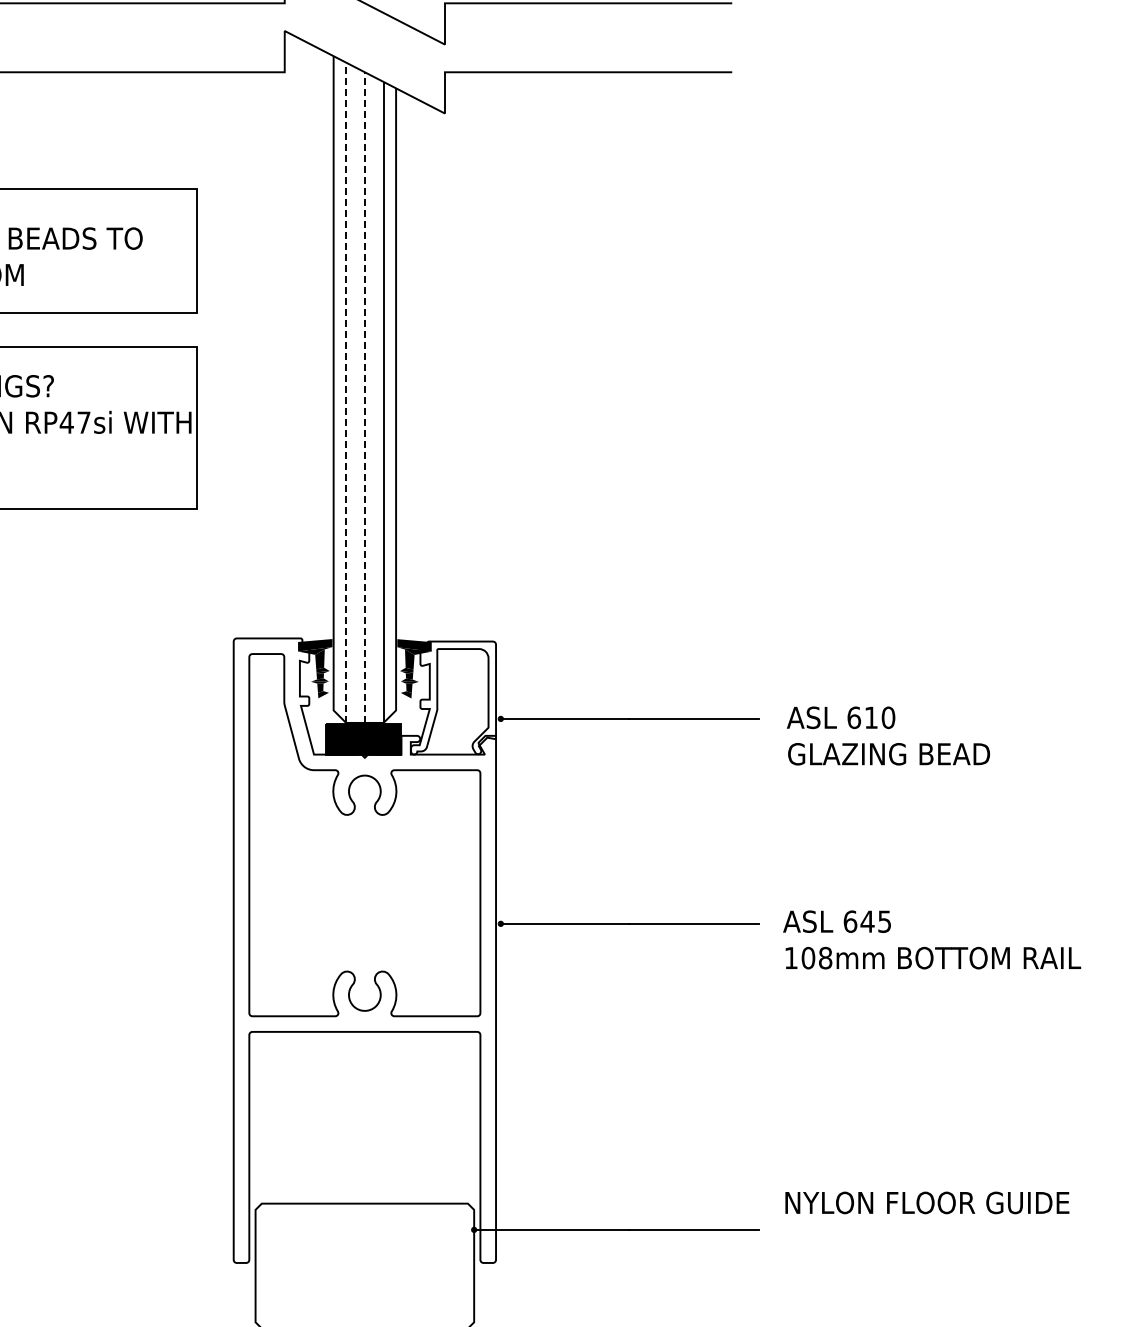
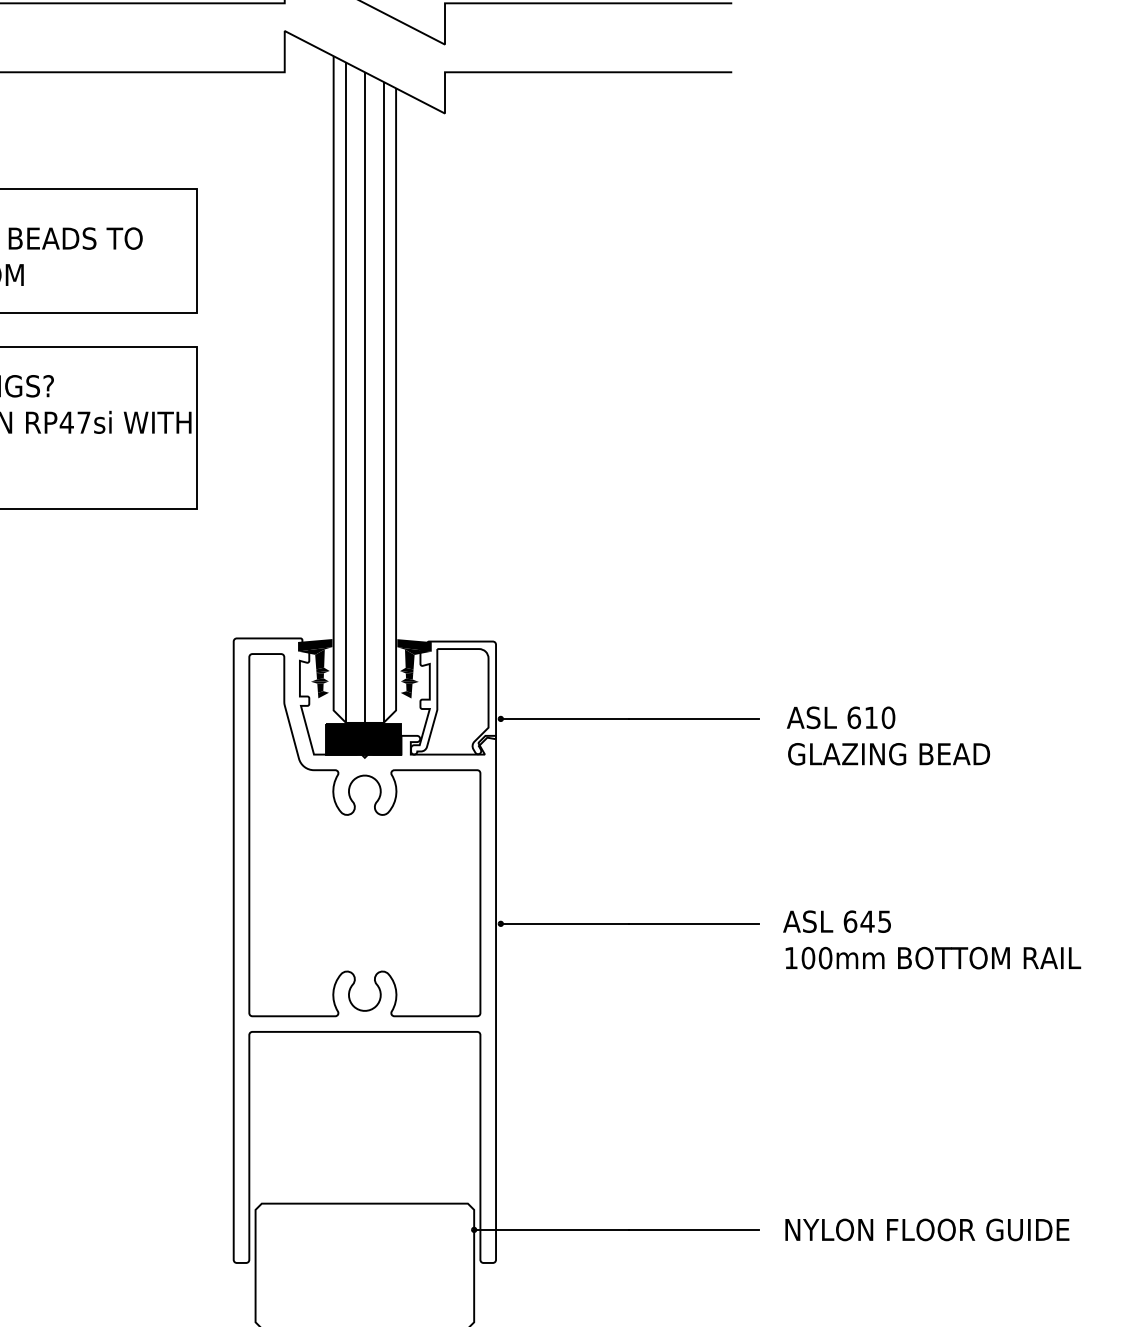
line at (346, 392): dashed -> solid
line at (364, 397): dashed -> solid
text at (825, 958): 108mm -> 100mm
text at (927, 1202) position: (927, 1202) -> (927, 1229)
